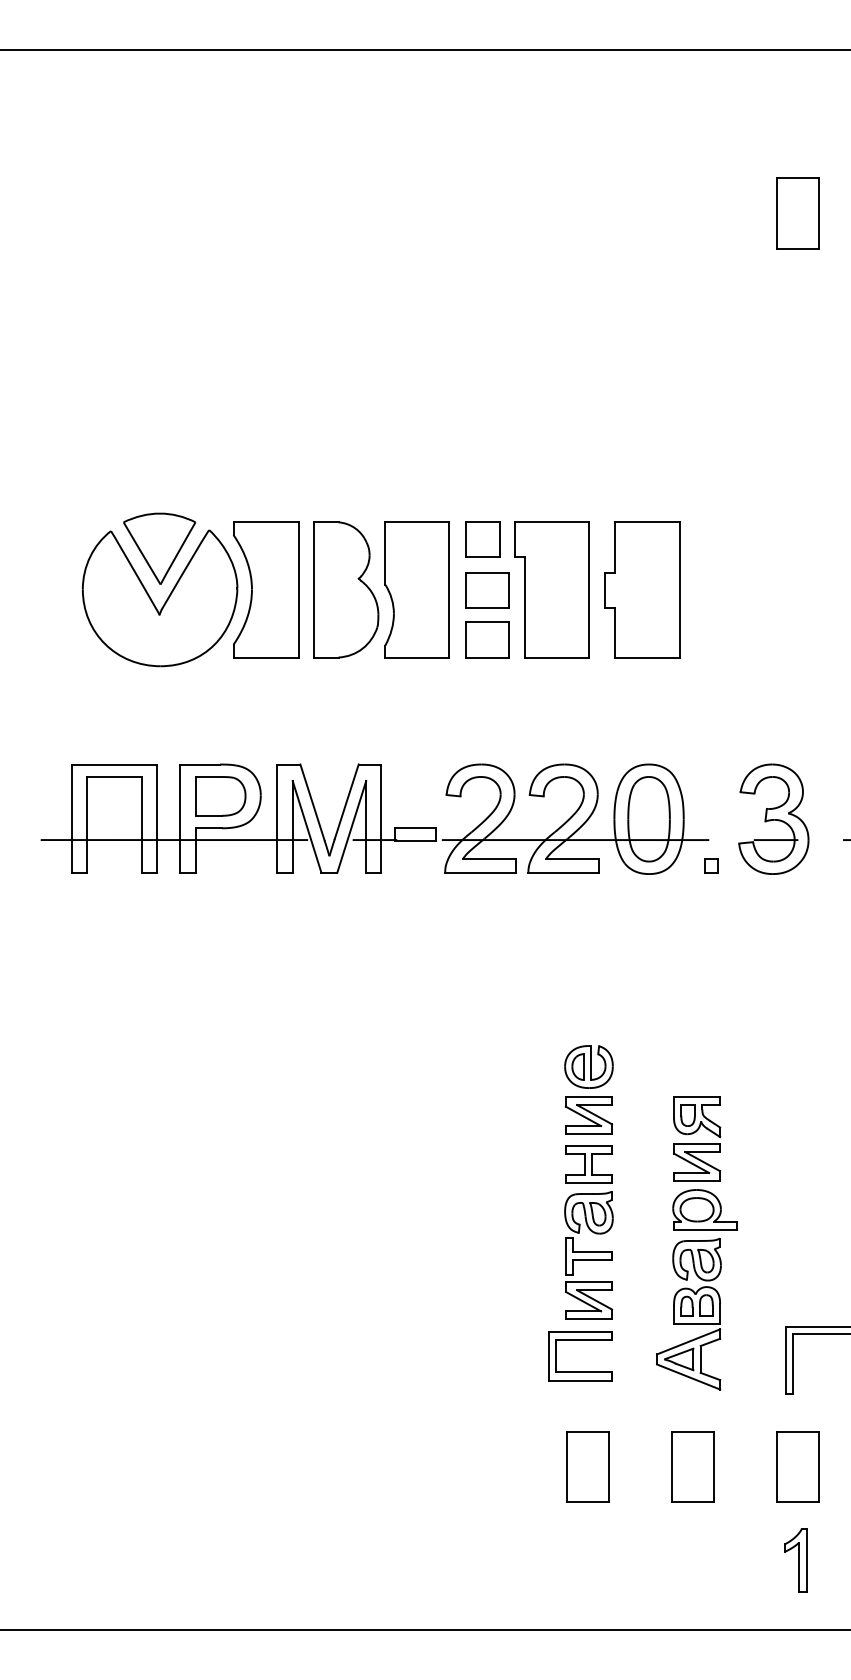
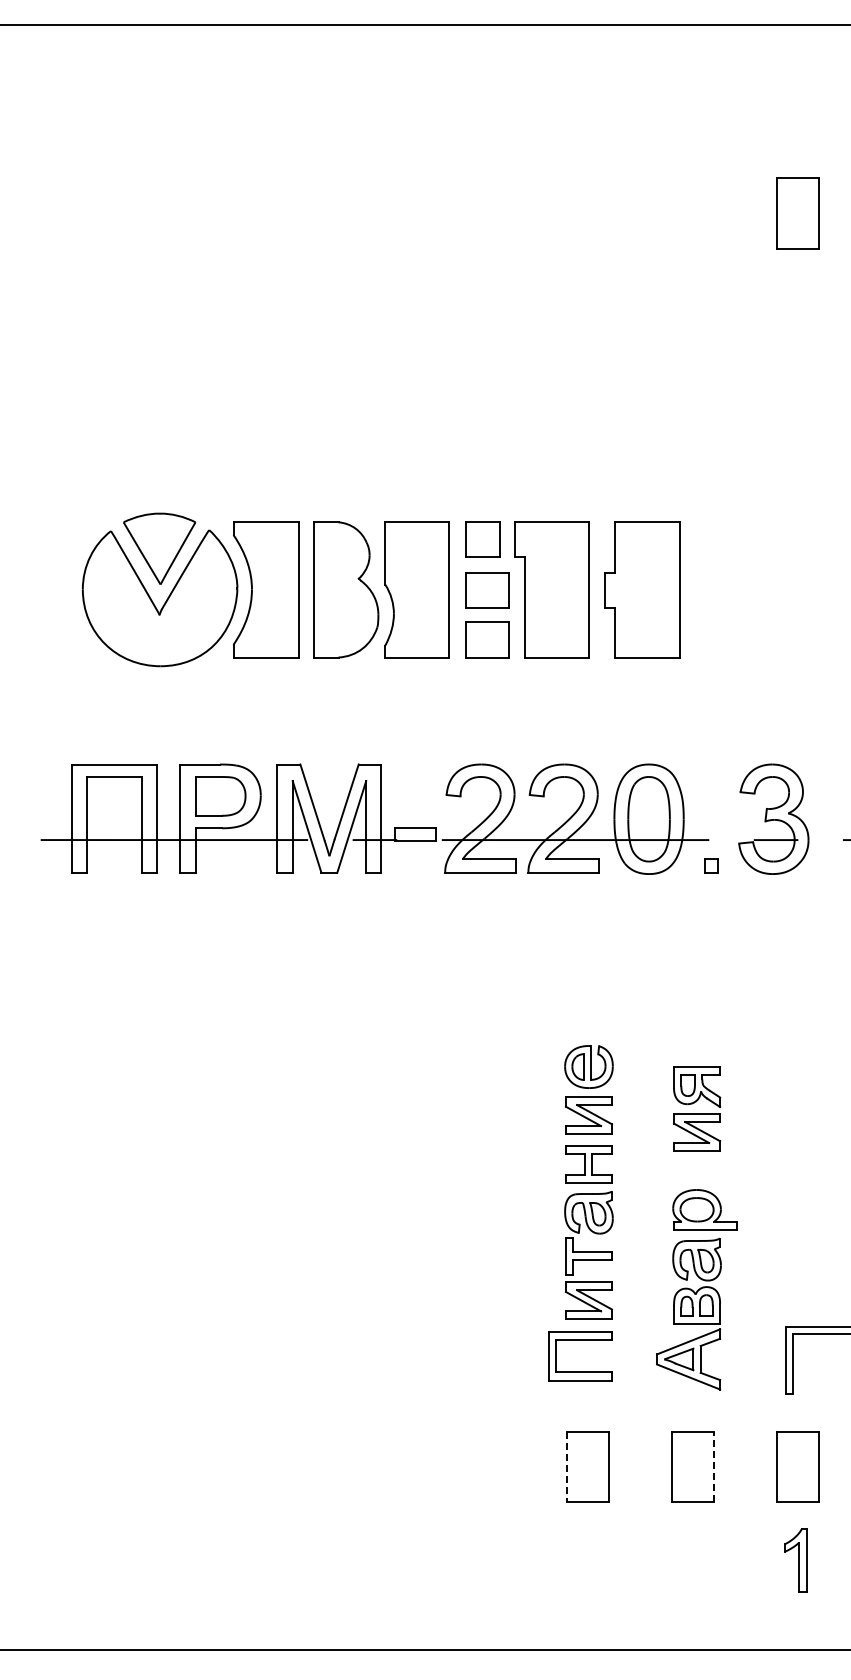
line at (424, 50) position: (424, 50) -> (424, 25)
part at (697, 1138) position: (697, 1138) -> (697, 1108)
line at (714, 1466): solid -> dashed
line at (566, 1467): solid -> dashed
line at (424, 1629) position: (424, 1629) -> (424, 1649)
